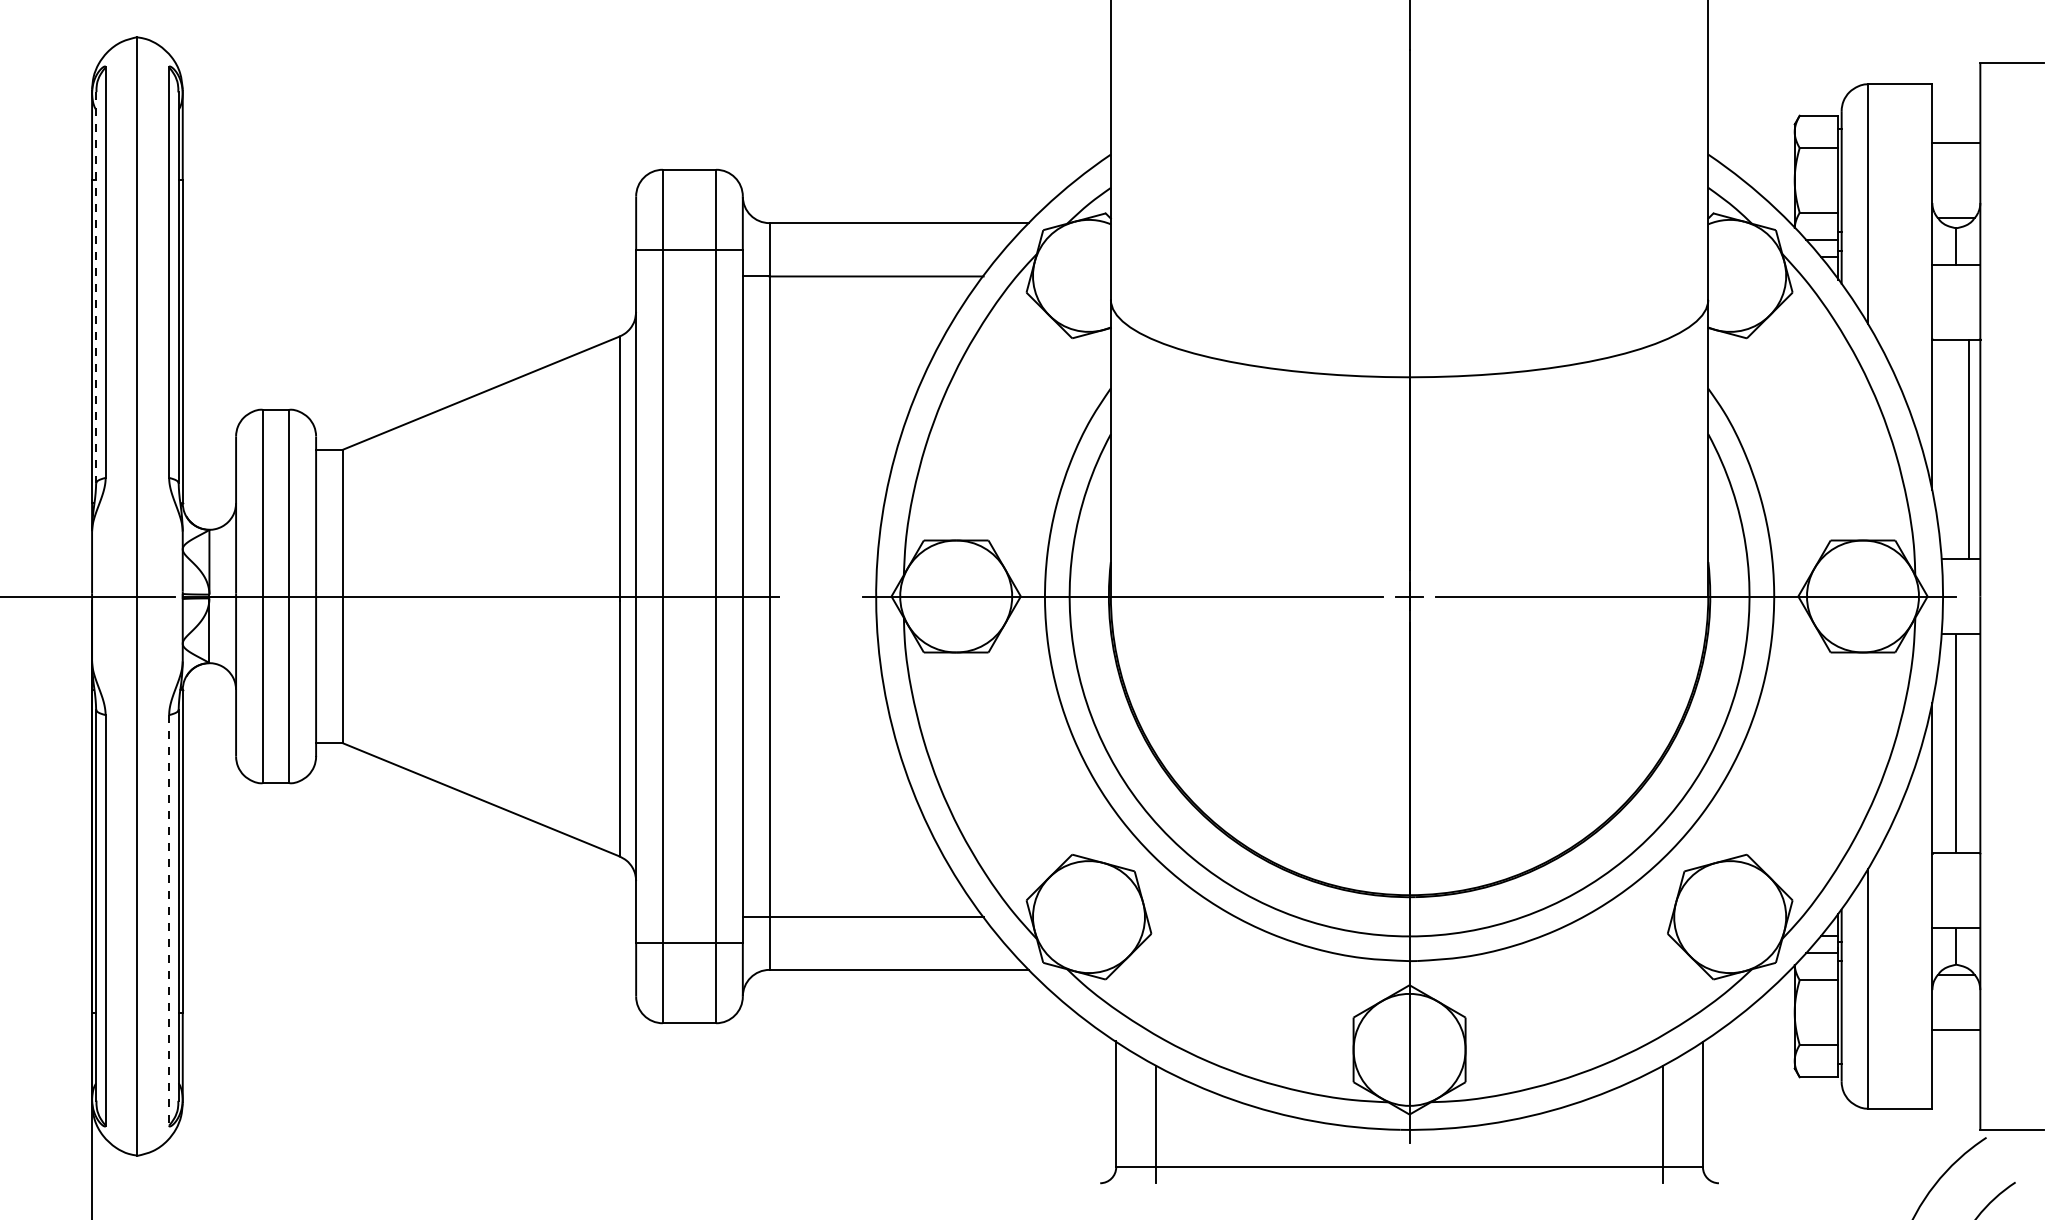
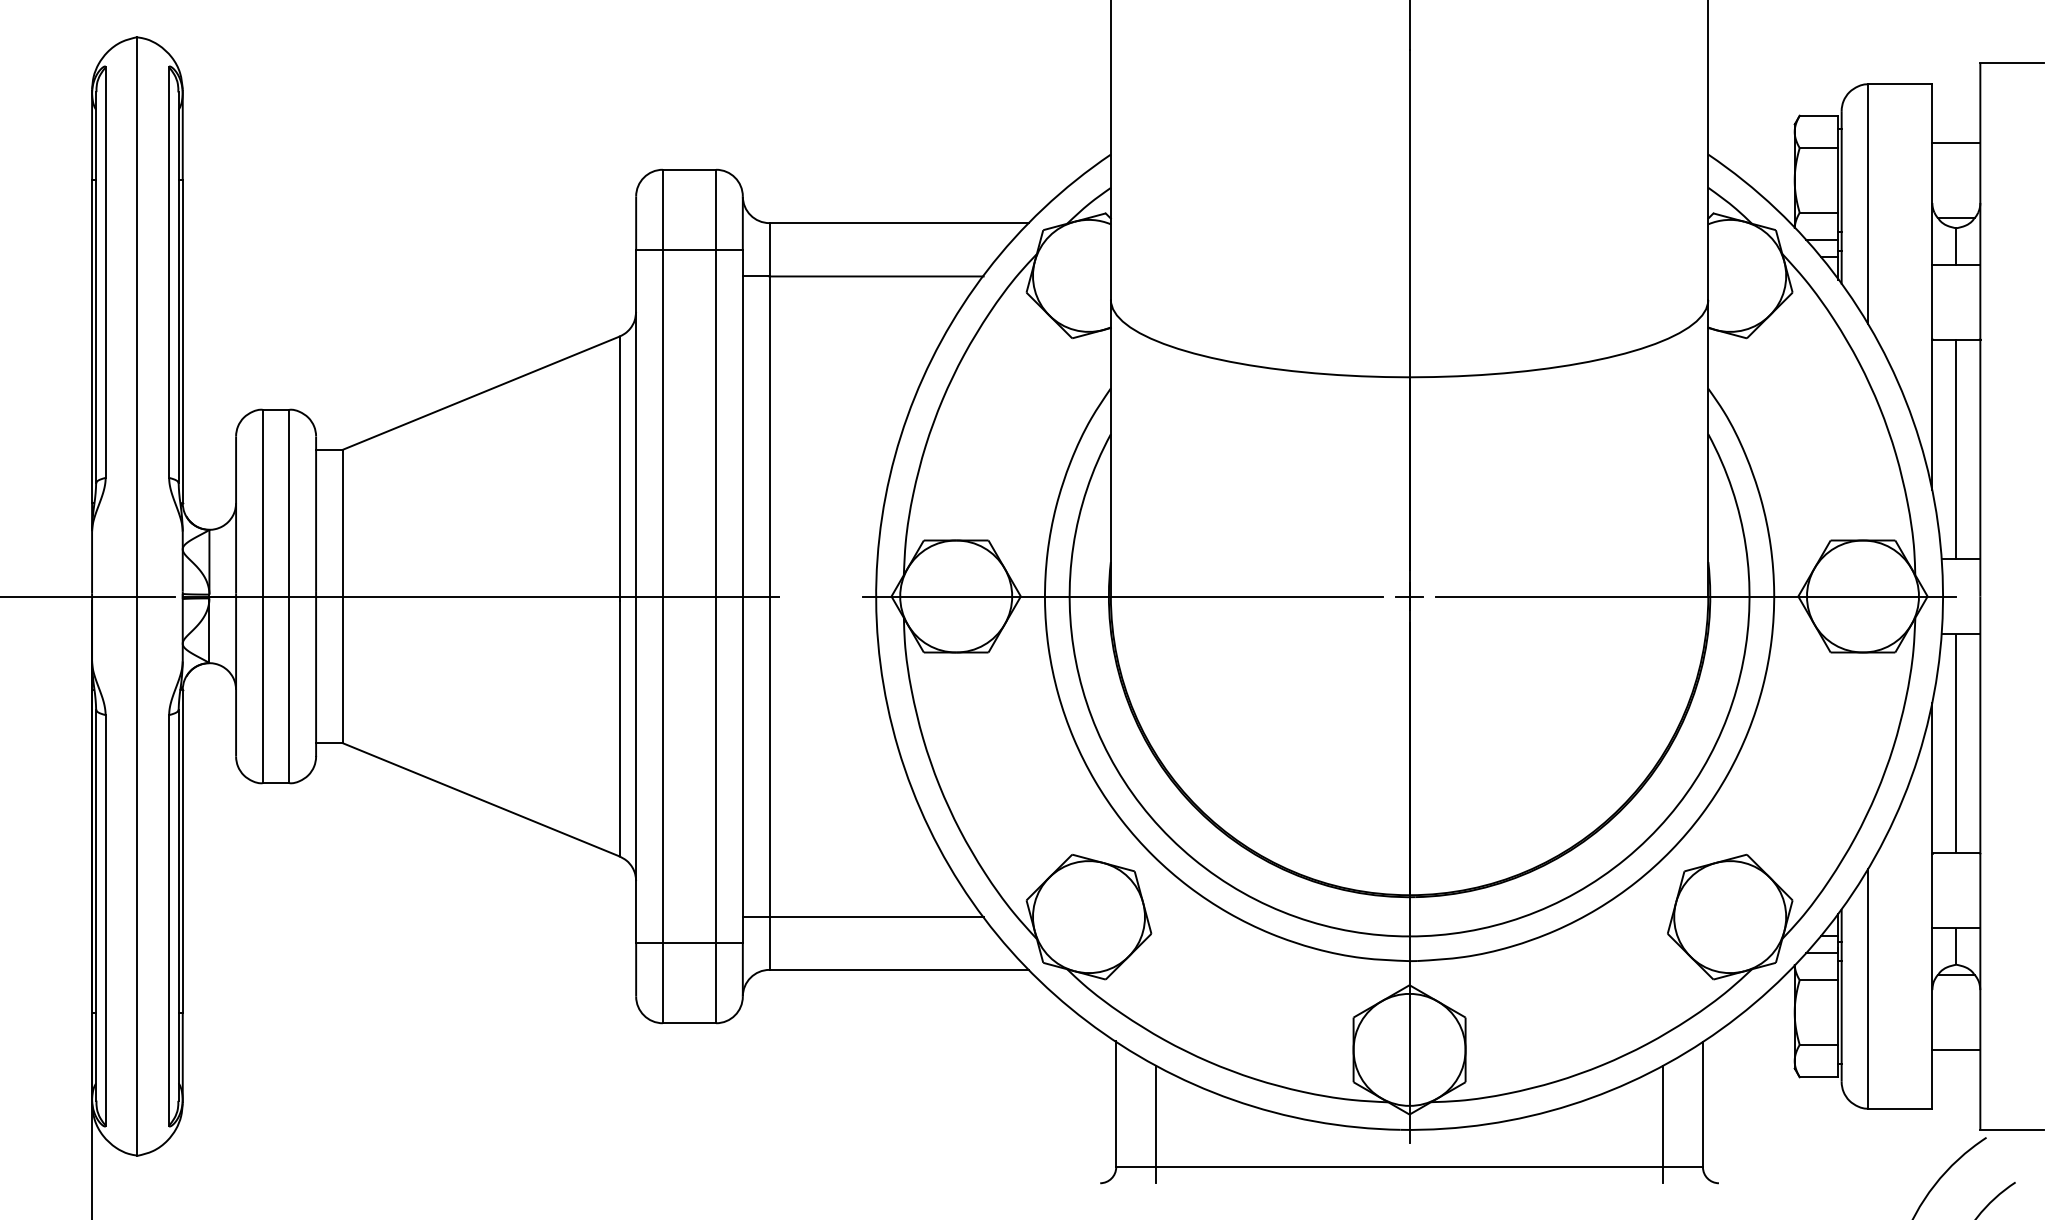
line at (96, 287): dashed -> solid
line at (1969, 449) position: (1969, 449) -> (1956, 449)
line at (169, 920): dashed -> solid
line at (1956, 1029) position: (1956, 1029) -> (1956, 1049)
